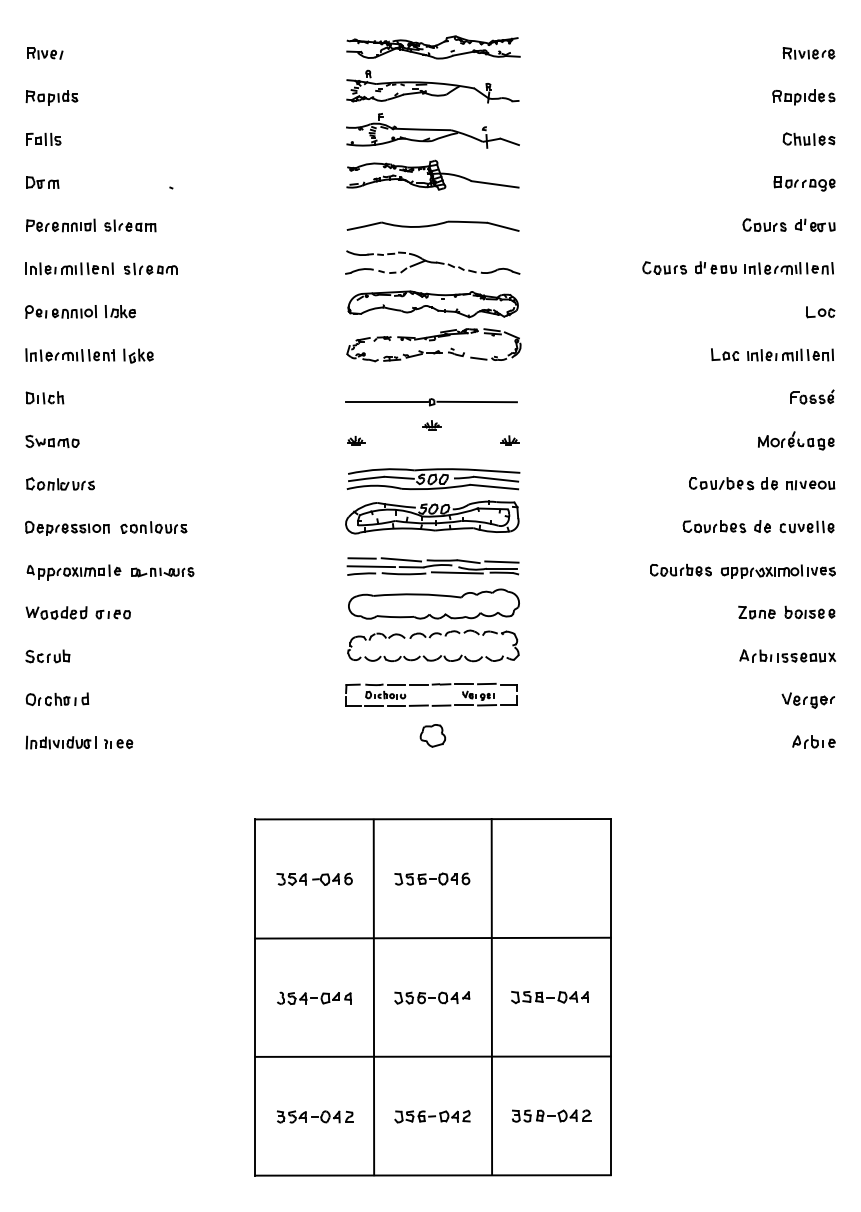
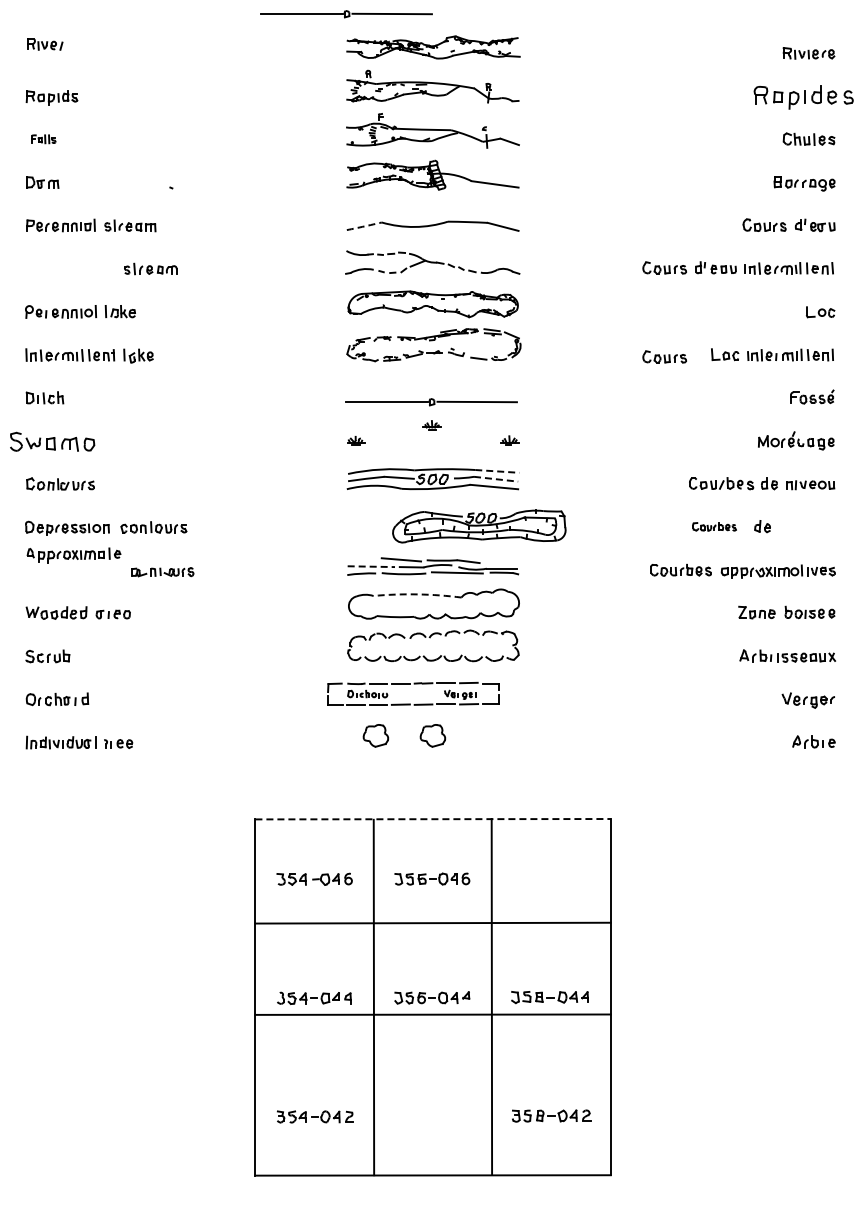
part at (346, 14): none -> present
part at (45, 53) position: (45, 53) -> (45, 44)
part at (803, 97) size: 64x17 px -> 101x25 px
part at (43, 138) size: 36x14 px -> 26x11 px
arc at (364, 226): solid -> dashed
part at (69, 268): present -> none
part at (664, 356): none -> present
part at (52, 440) size: 55x14 px -> 86x21 px
line at (497, 471): solid -> dashed
line at (496, 479): solid -> dashed
part at (432, 517) position: (432, 517) -> (479, 526)
part at (714, 526) size: 65x14 px -> 45x10 px
part at (806, 526): present -> none
line at (361, 558): present -> none
line at (501, 561): present -> none
line at (371, 566): solid -> dashed
part at (73, 572) position: (73, 572) -> (73, 555)
arc at (417, 594): solid -> dashed
part at (431, 685) position: (431, 685) -> (413, 684)
part at (375, 735): none -> present
line at (433, 819): solid -> dashed
line at (432, 937) position: (432, 937) -> (432, 922)
line at (432, 1056) position: (432, 1056) -> (432, 1014)
part at (432, 1116): present -> none
